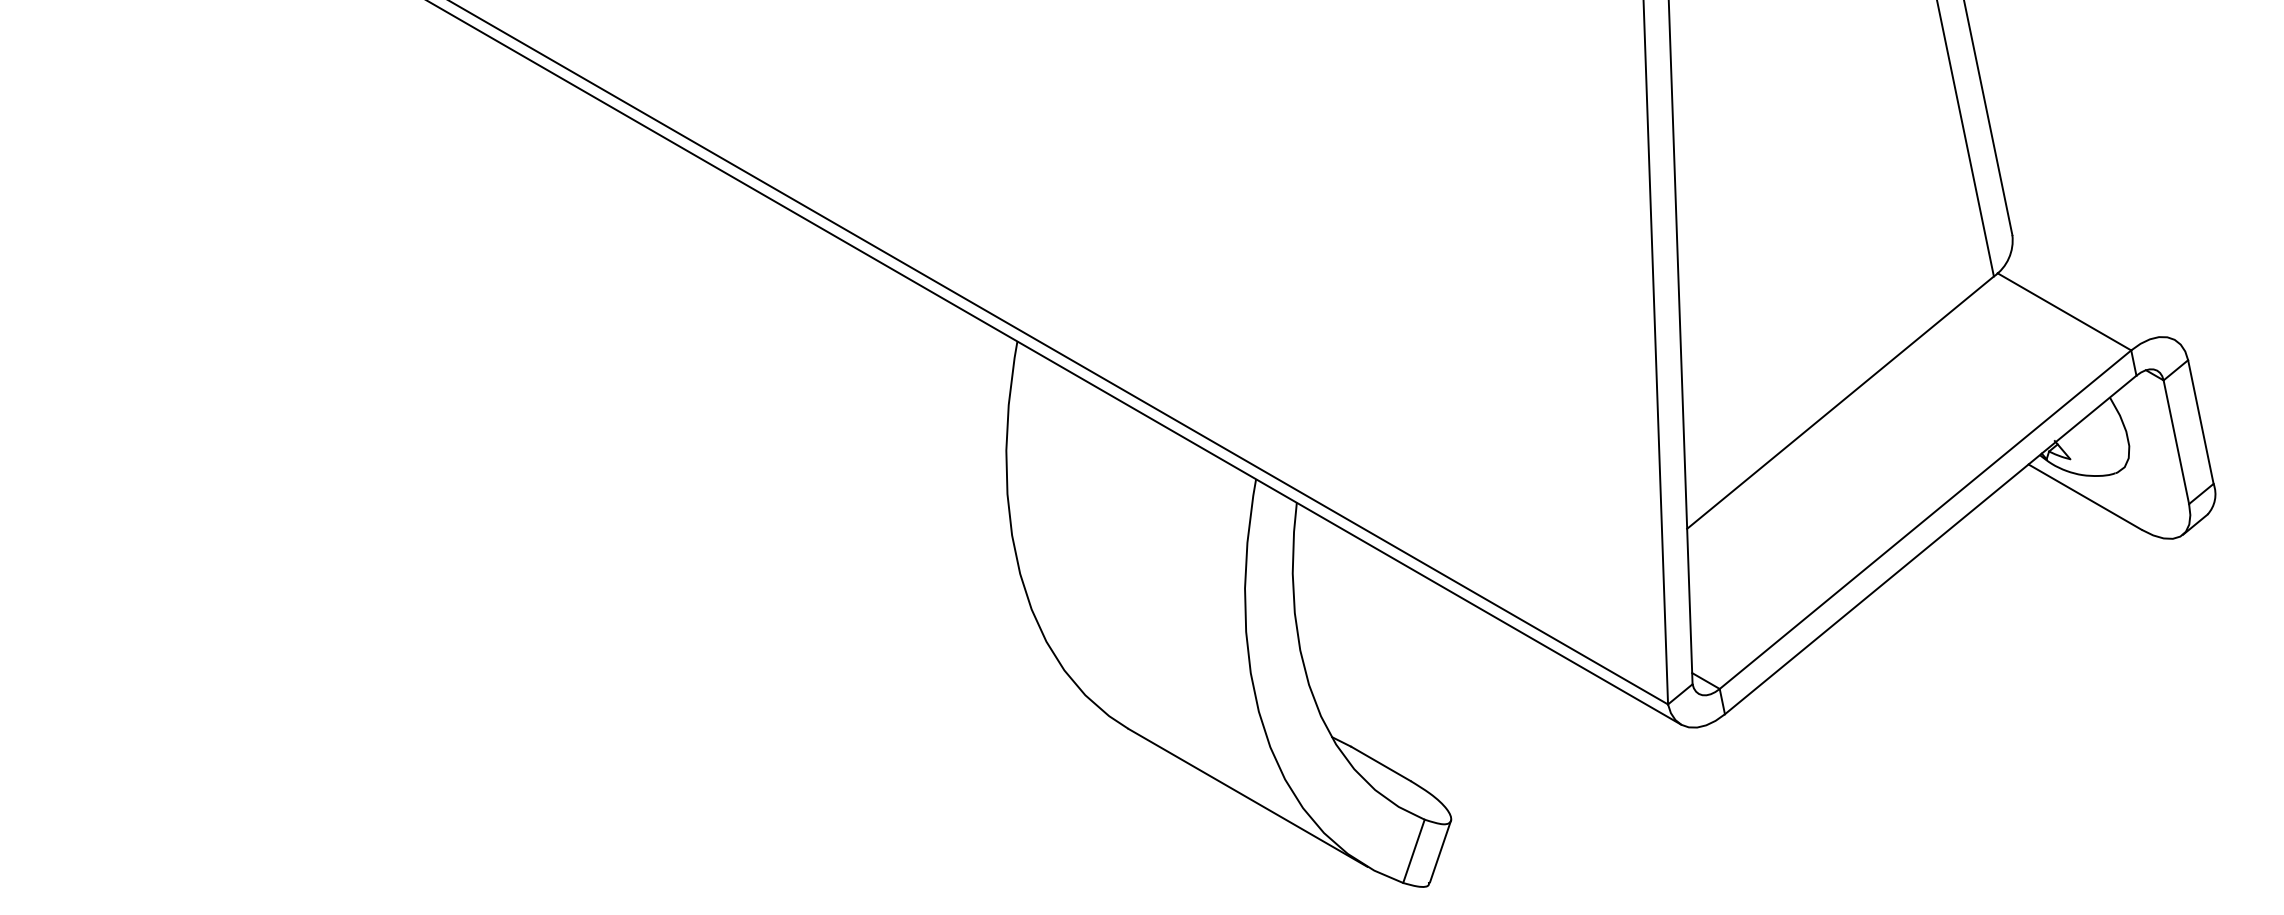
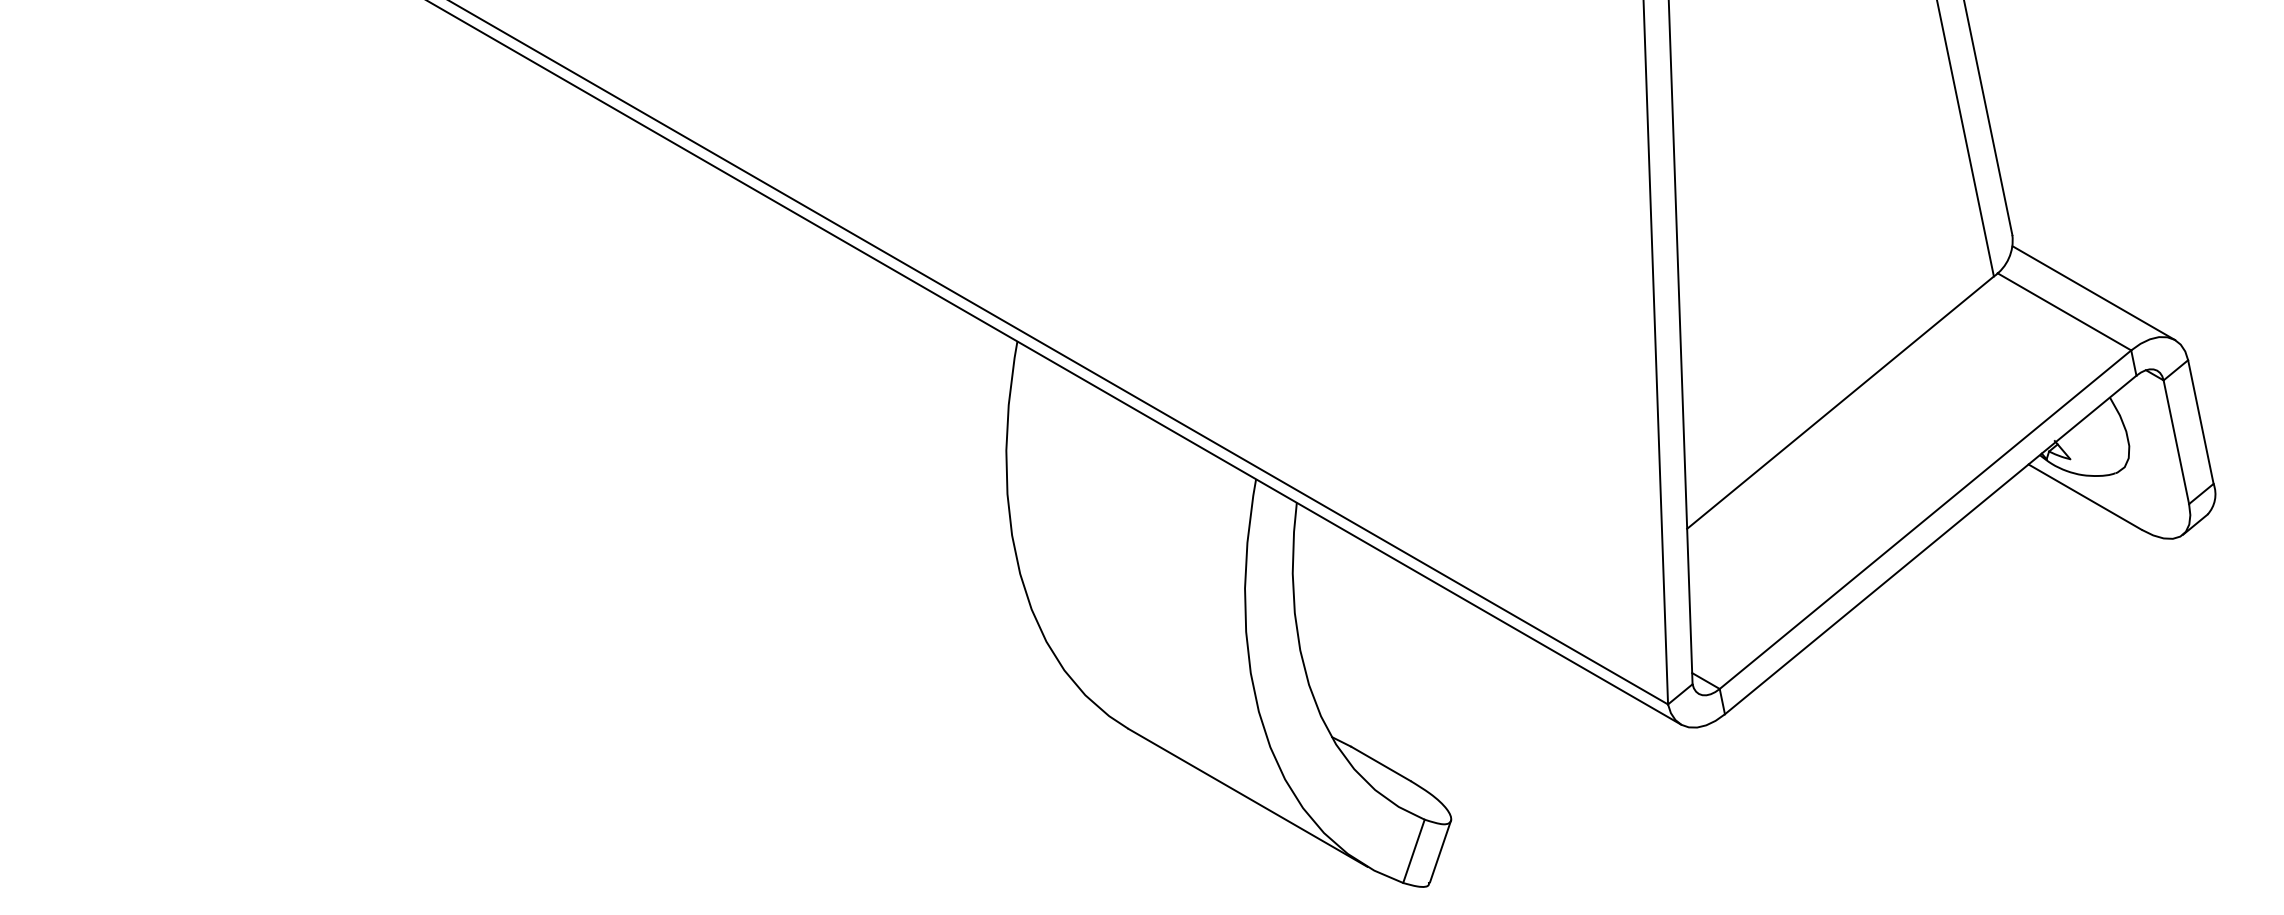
line at (2093, 293): none -> present
